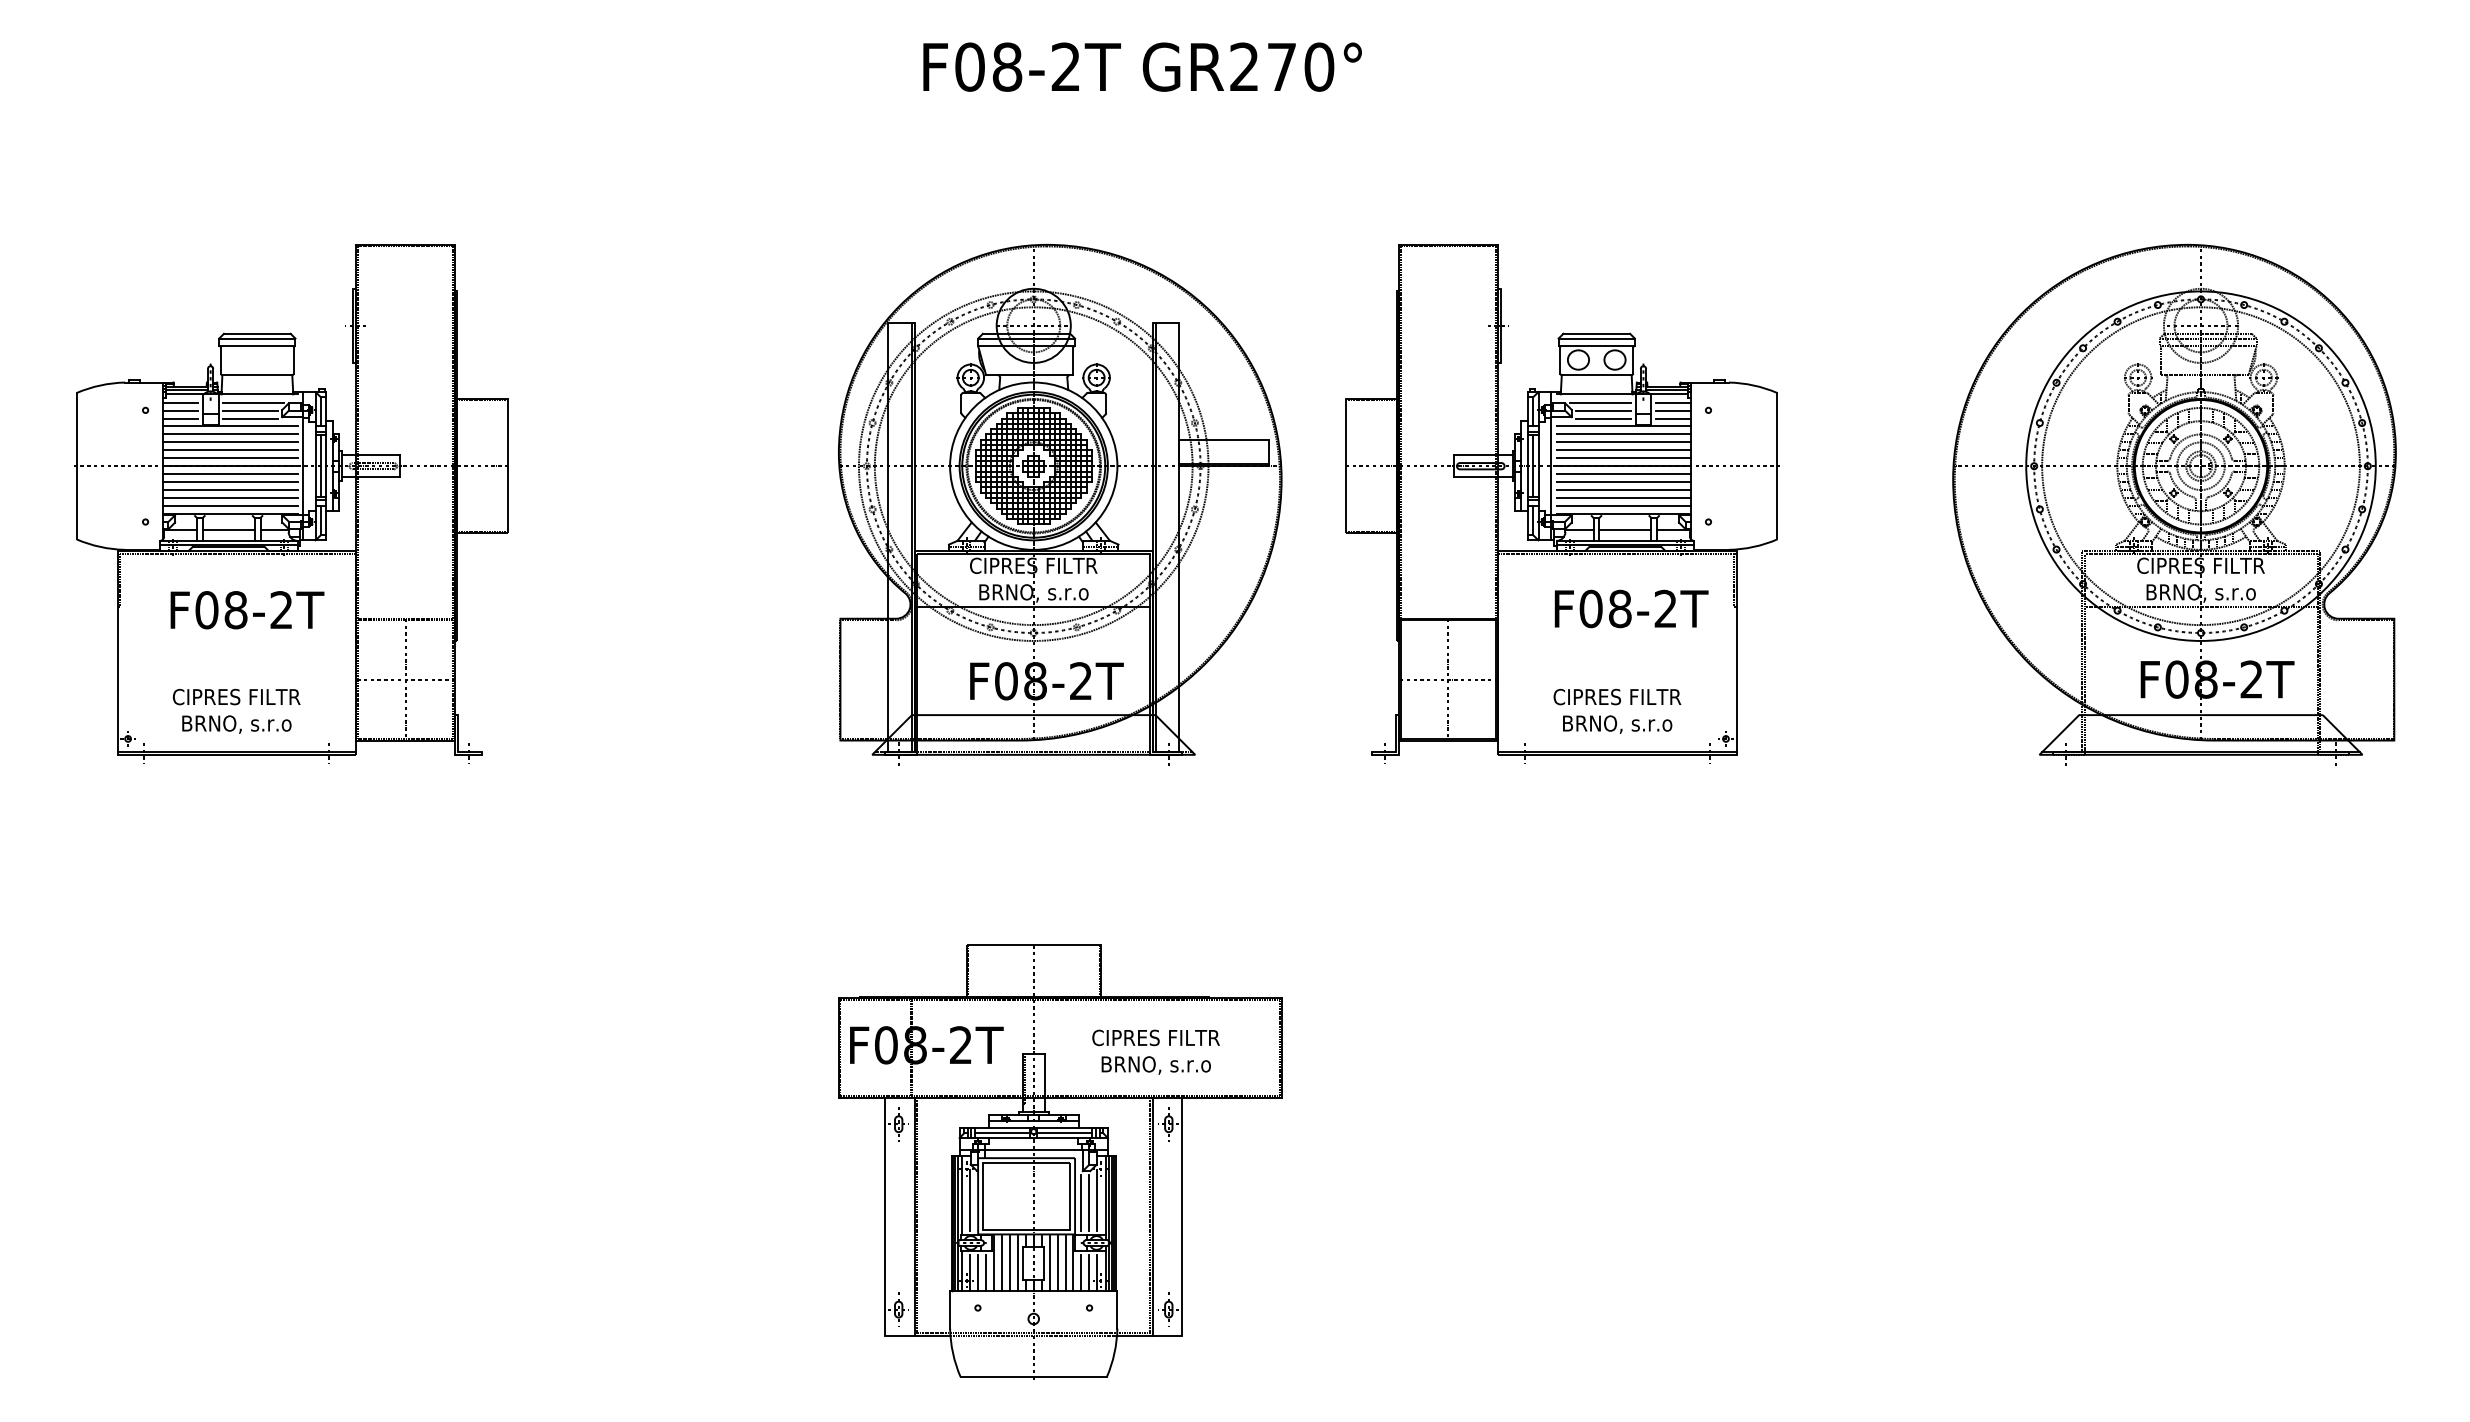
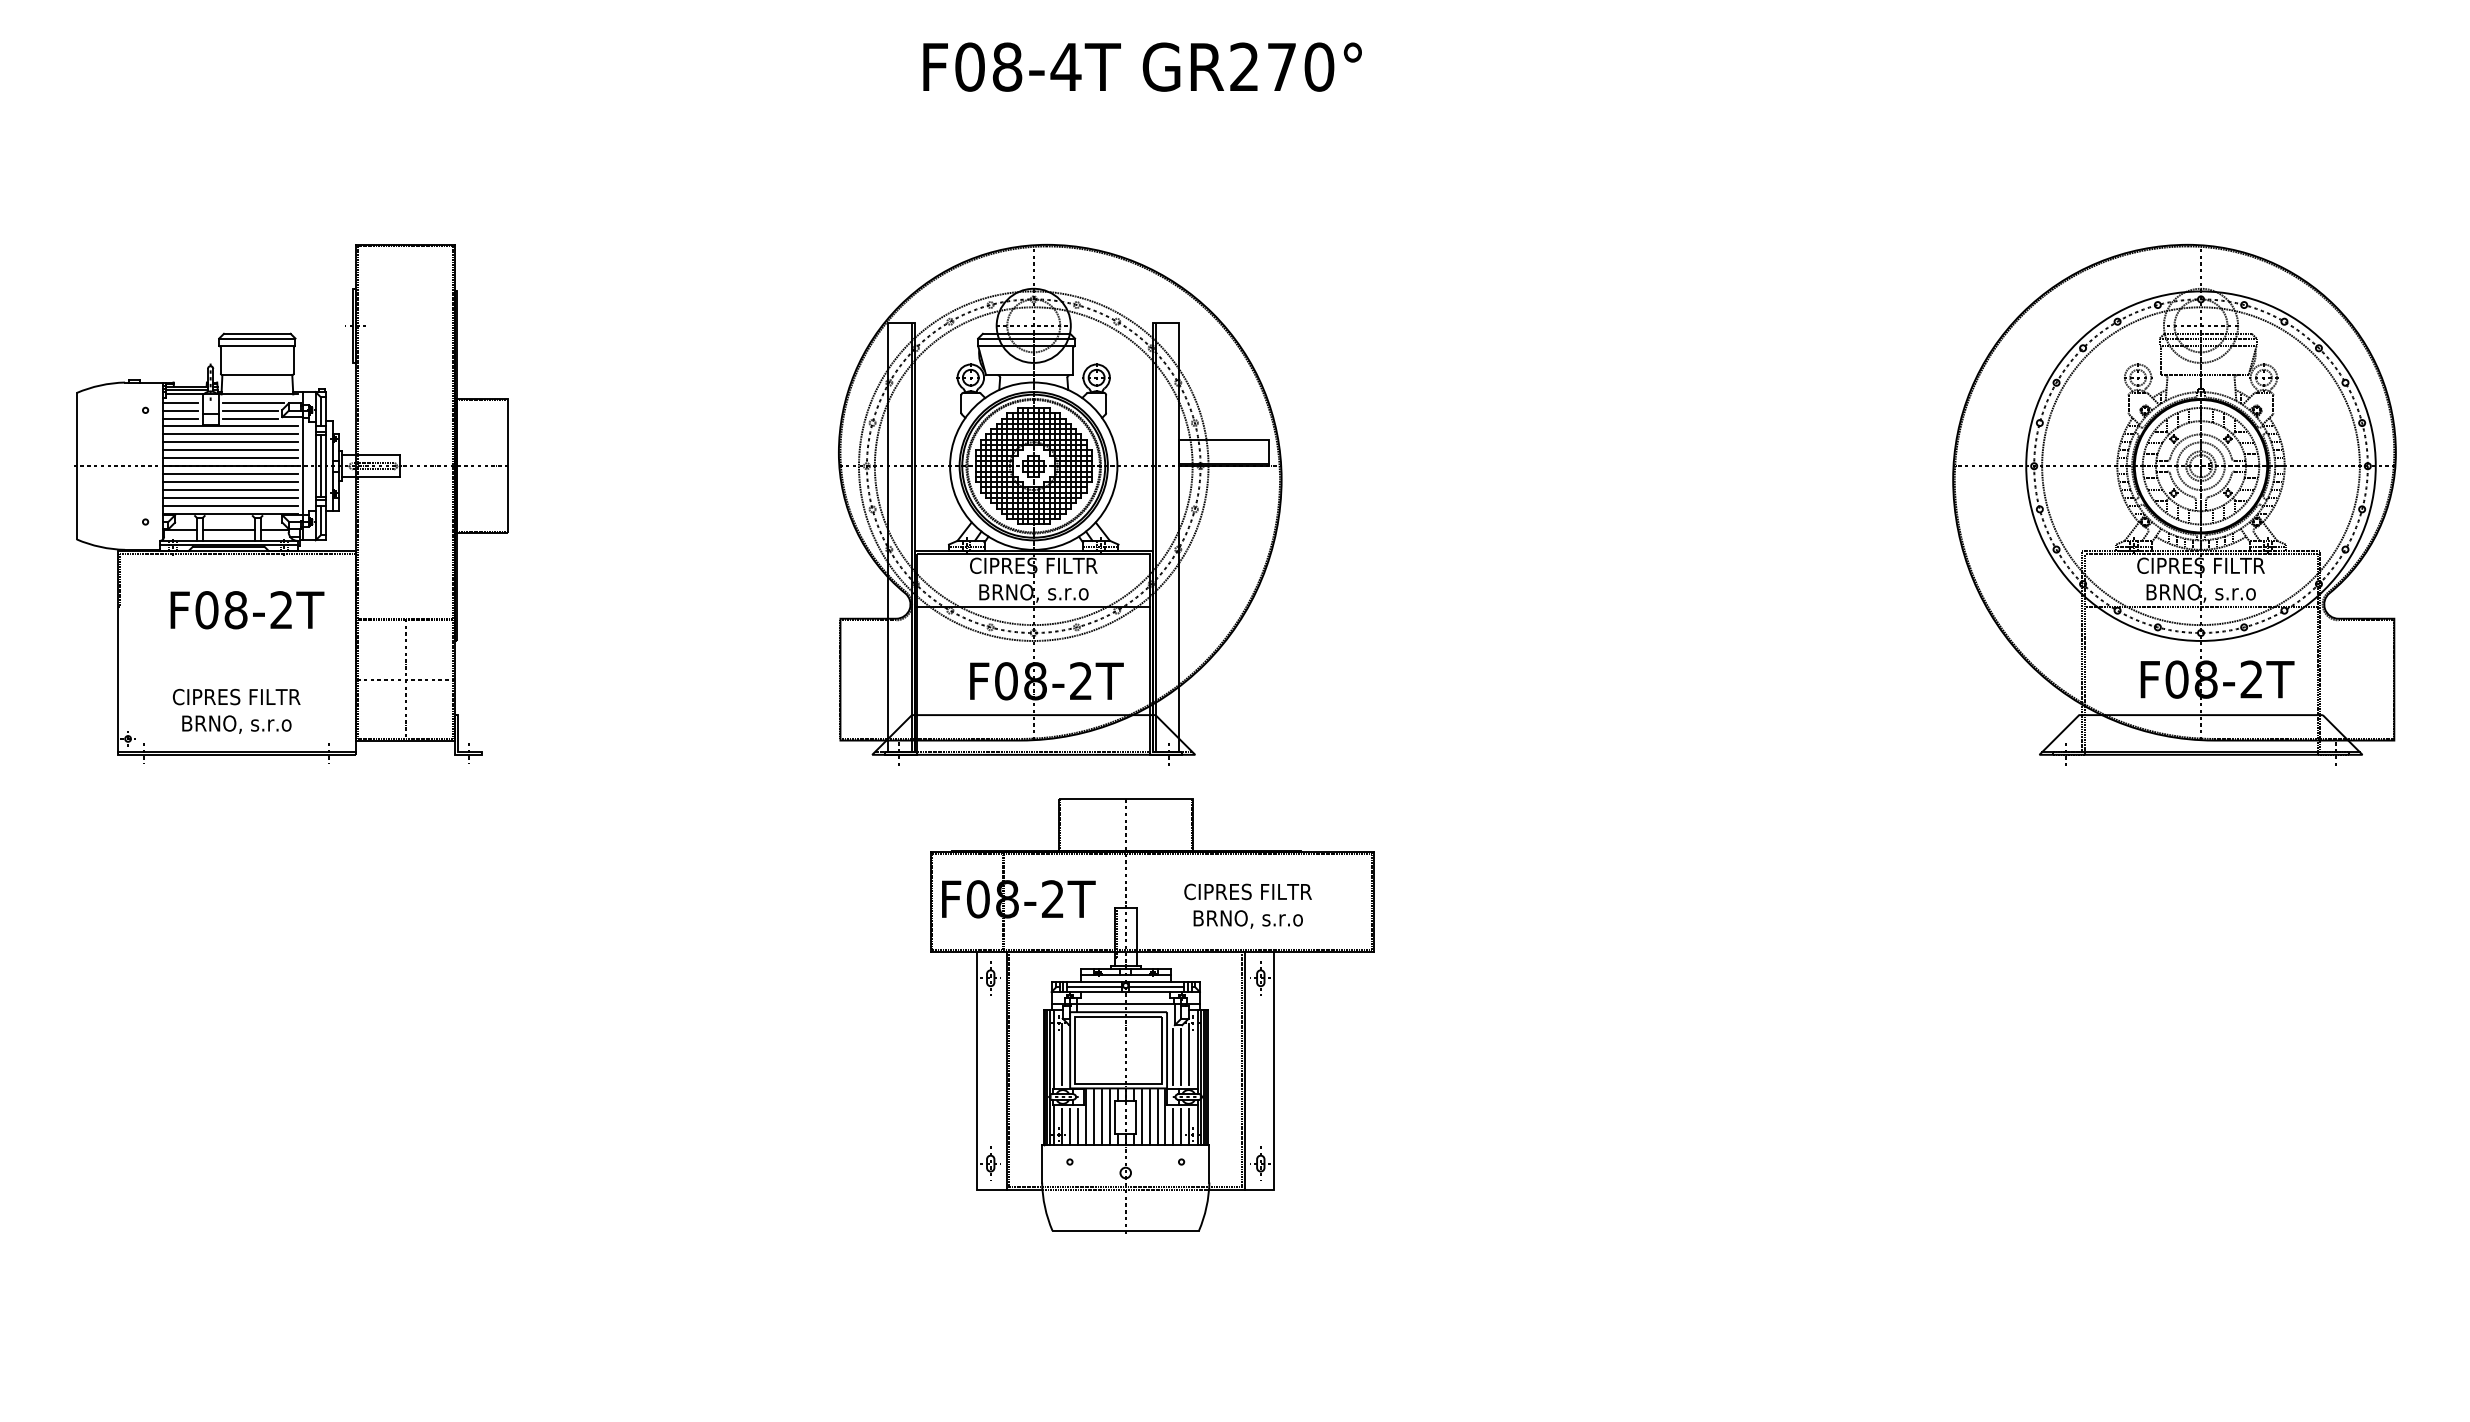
text at (1065, 66): F08-2T -> F08-4T
part at (1562, 503): present -> none
part at (1060, 1161) position: (1060, 1161) -> (1152, 1015)
